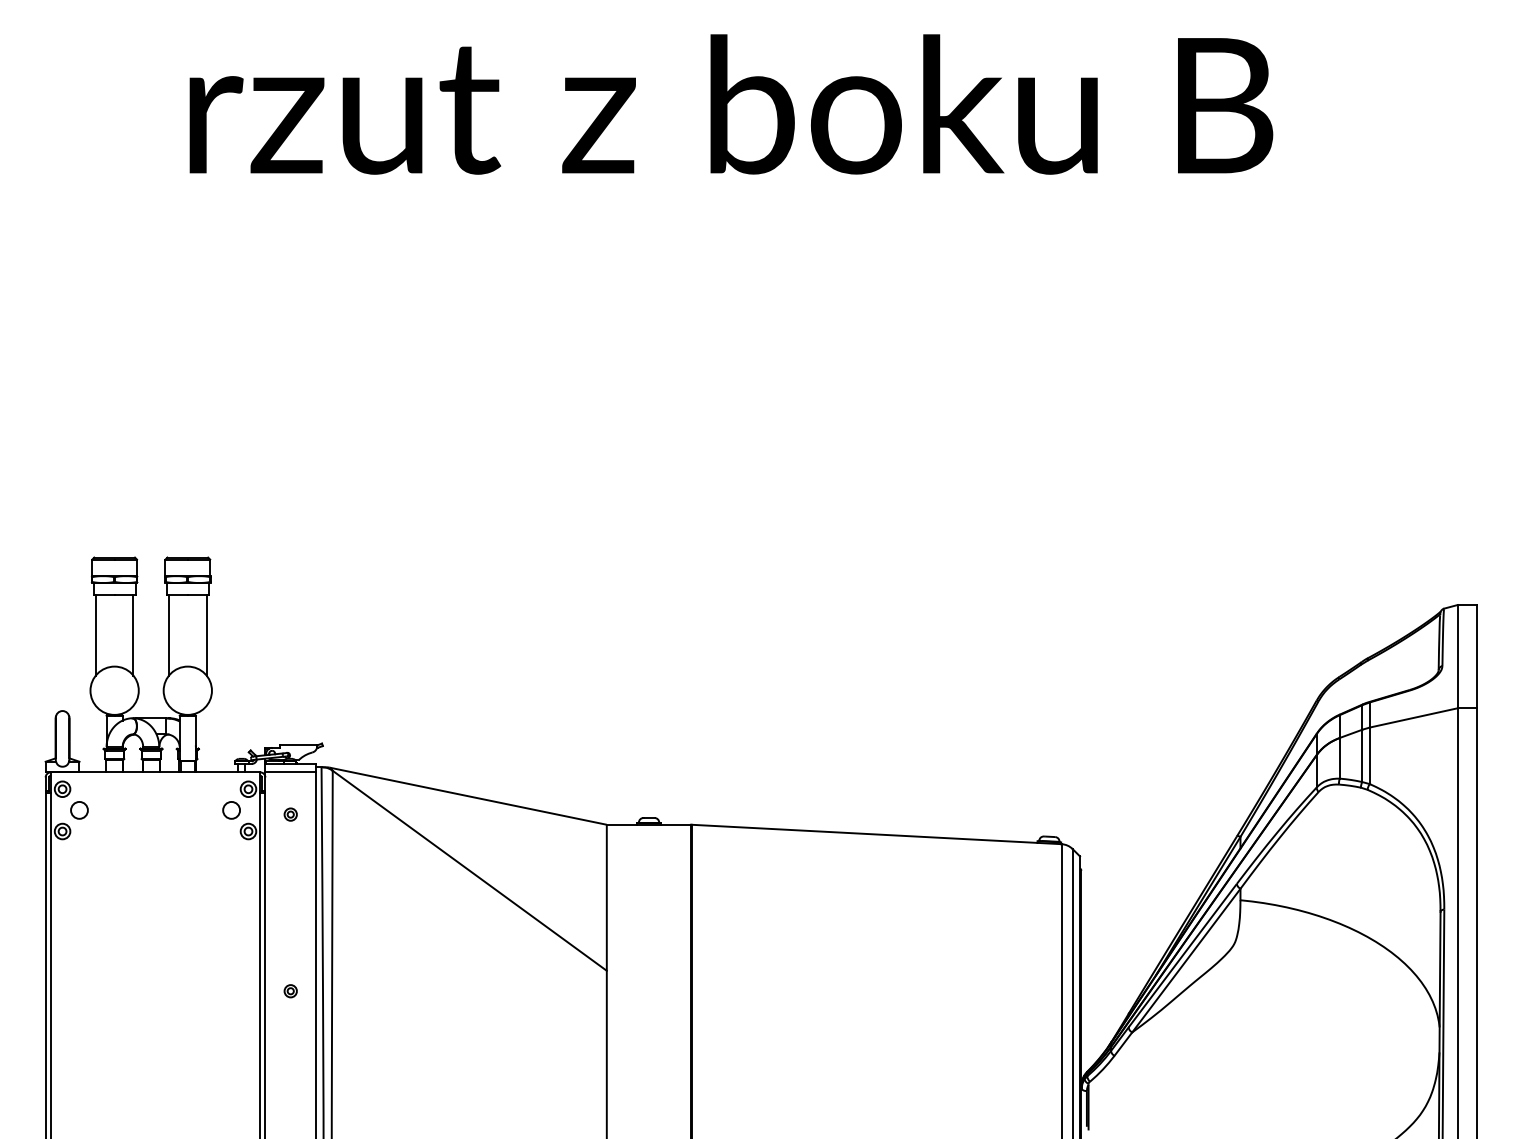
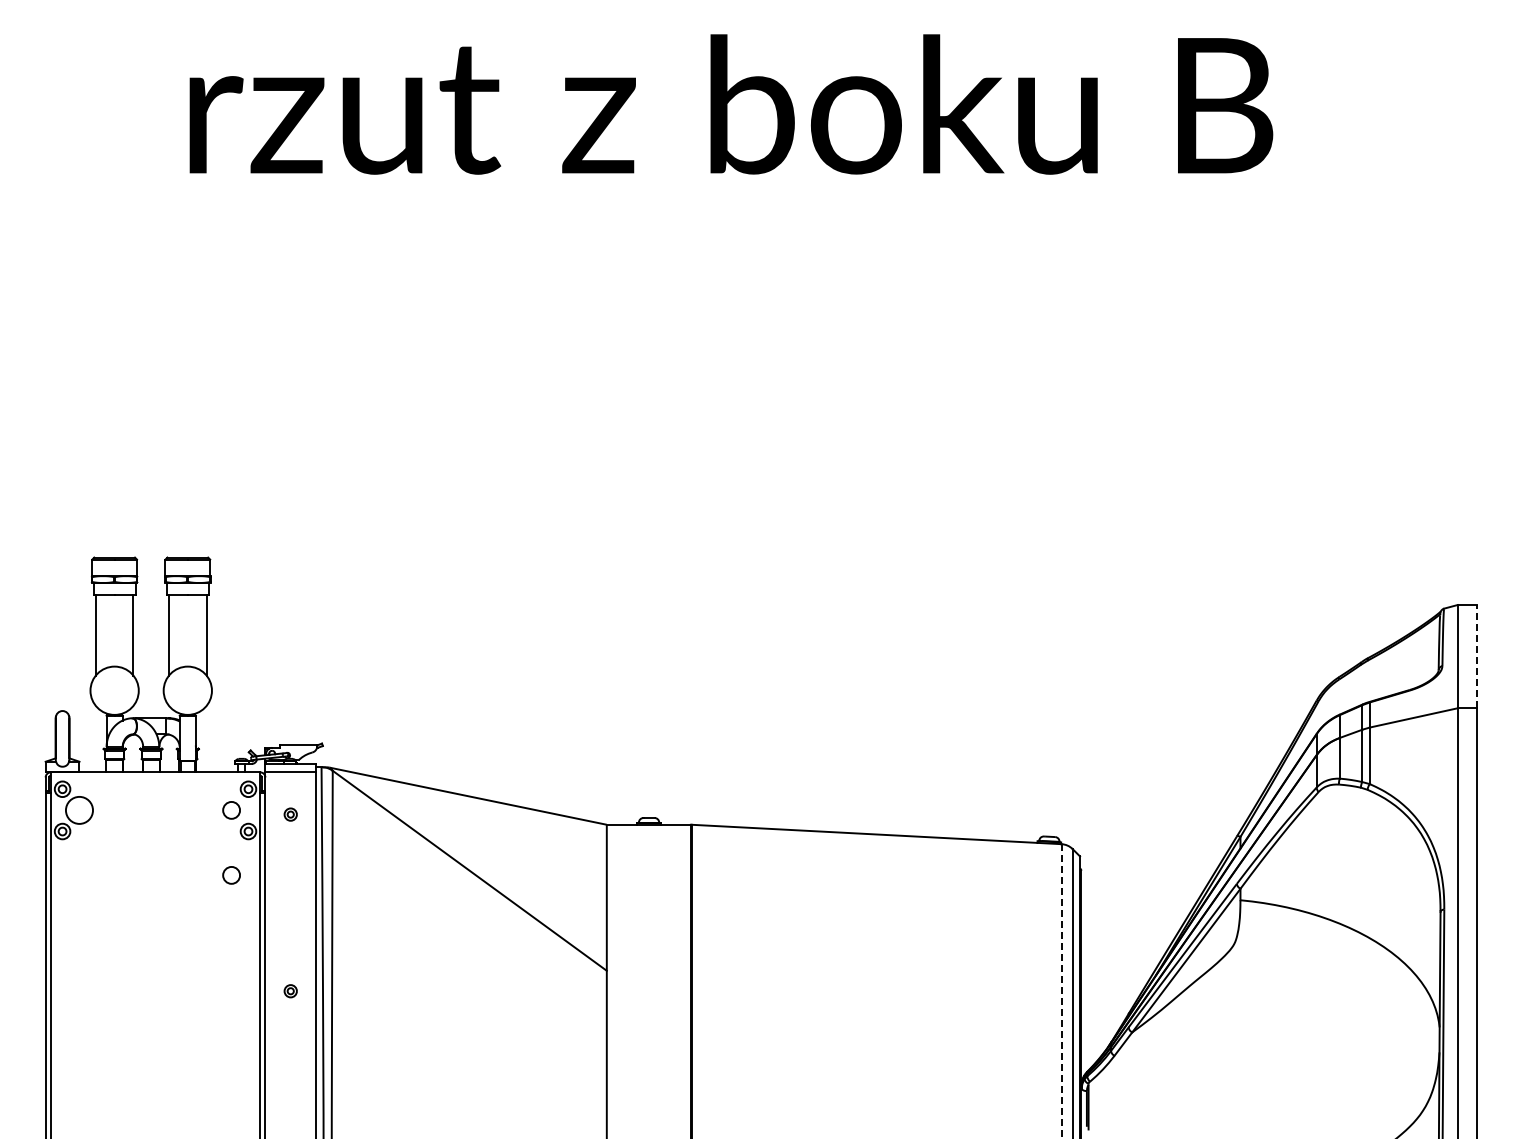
line at (1477, 656): solid -> dashed
circle at (79, 809) diameter: 17 px -> 27 px
circle at (231, 875): none -> present
line at (1061, 992): solid -> dashed
